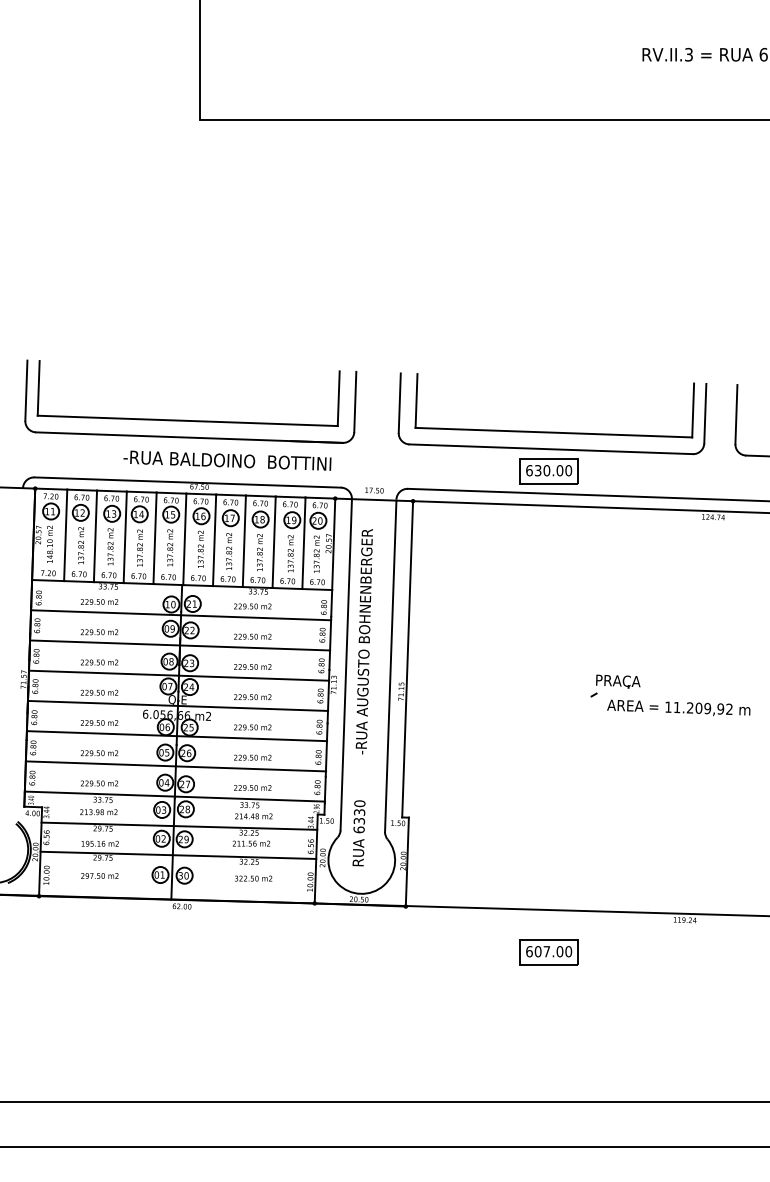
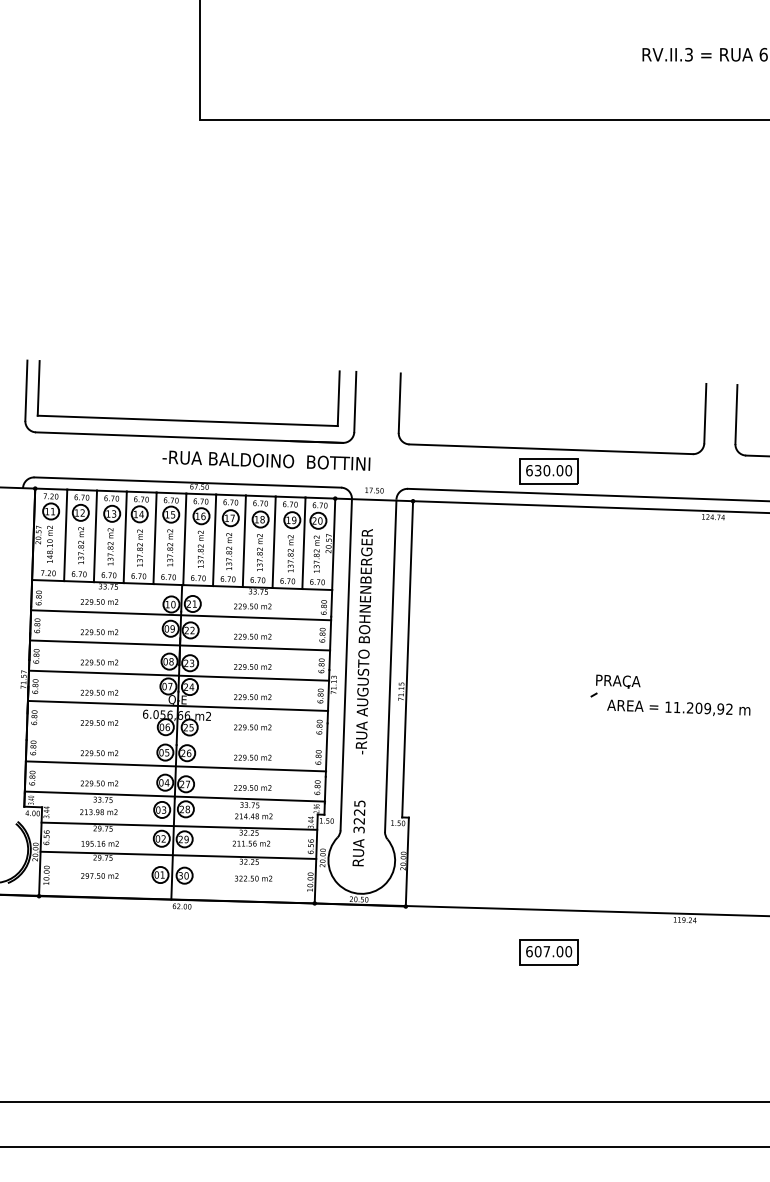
part at (554, 431): present -> none
text at (227, 460) position: (227, 460) -> (266, 460)
line at (176, 736): present -> none
text at (359, 816): 6330 -> 3225
